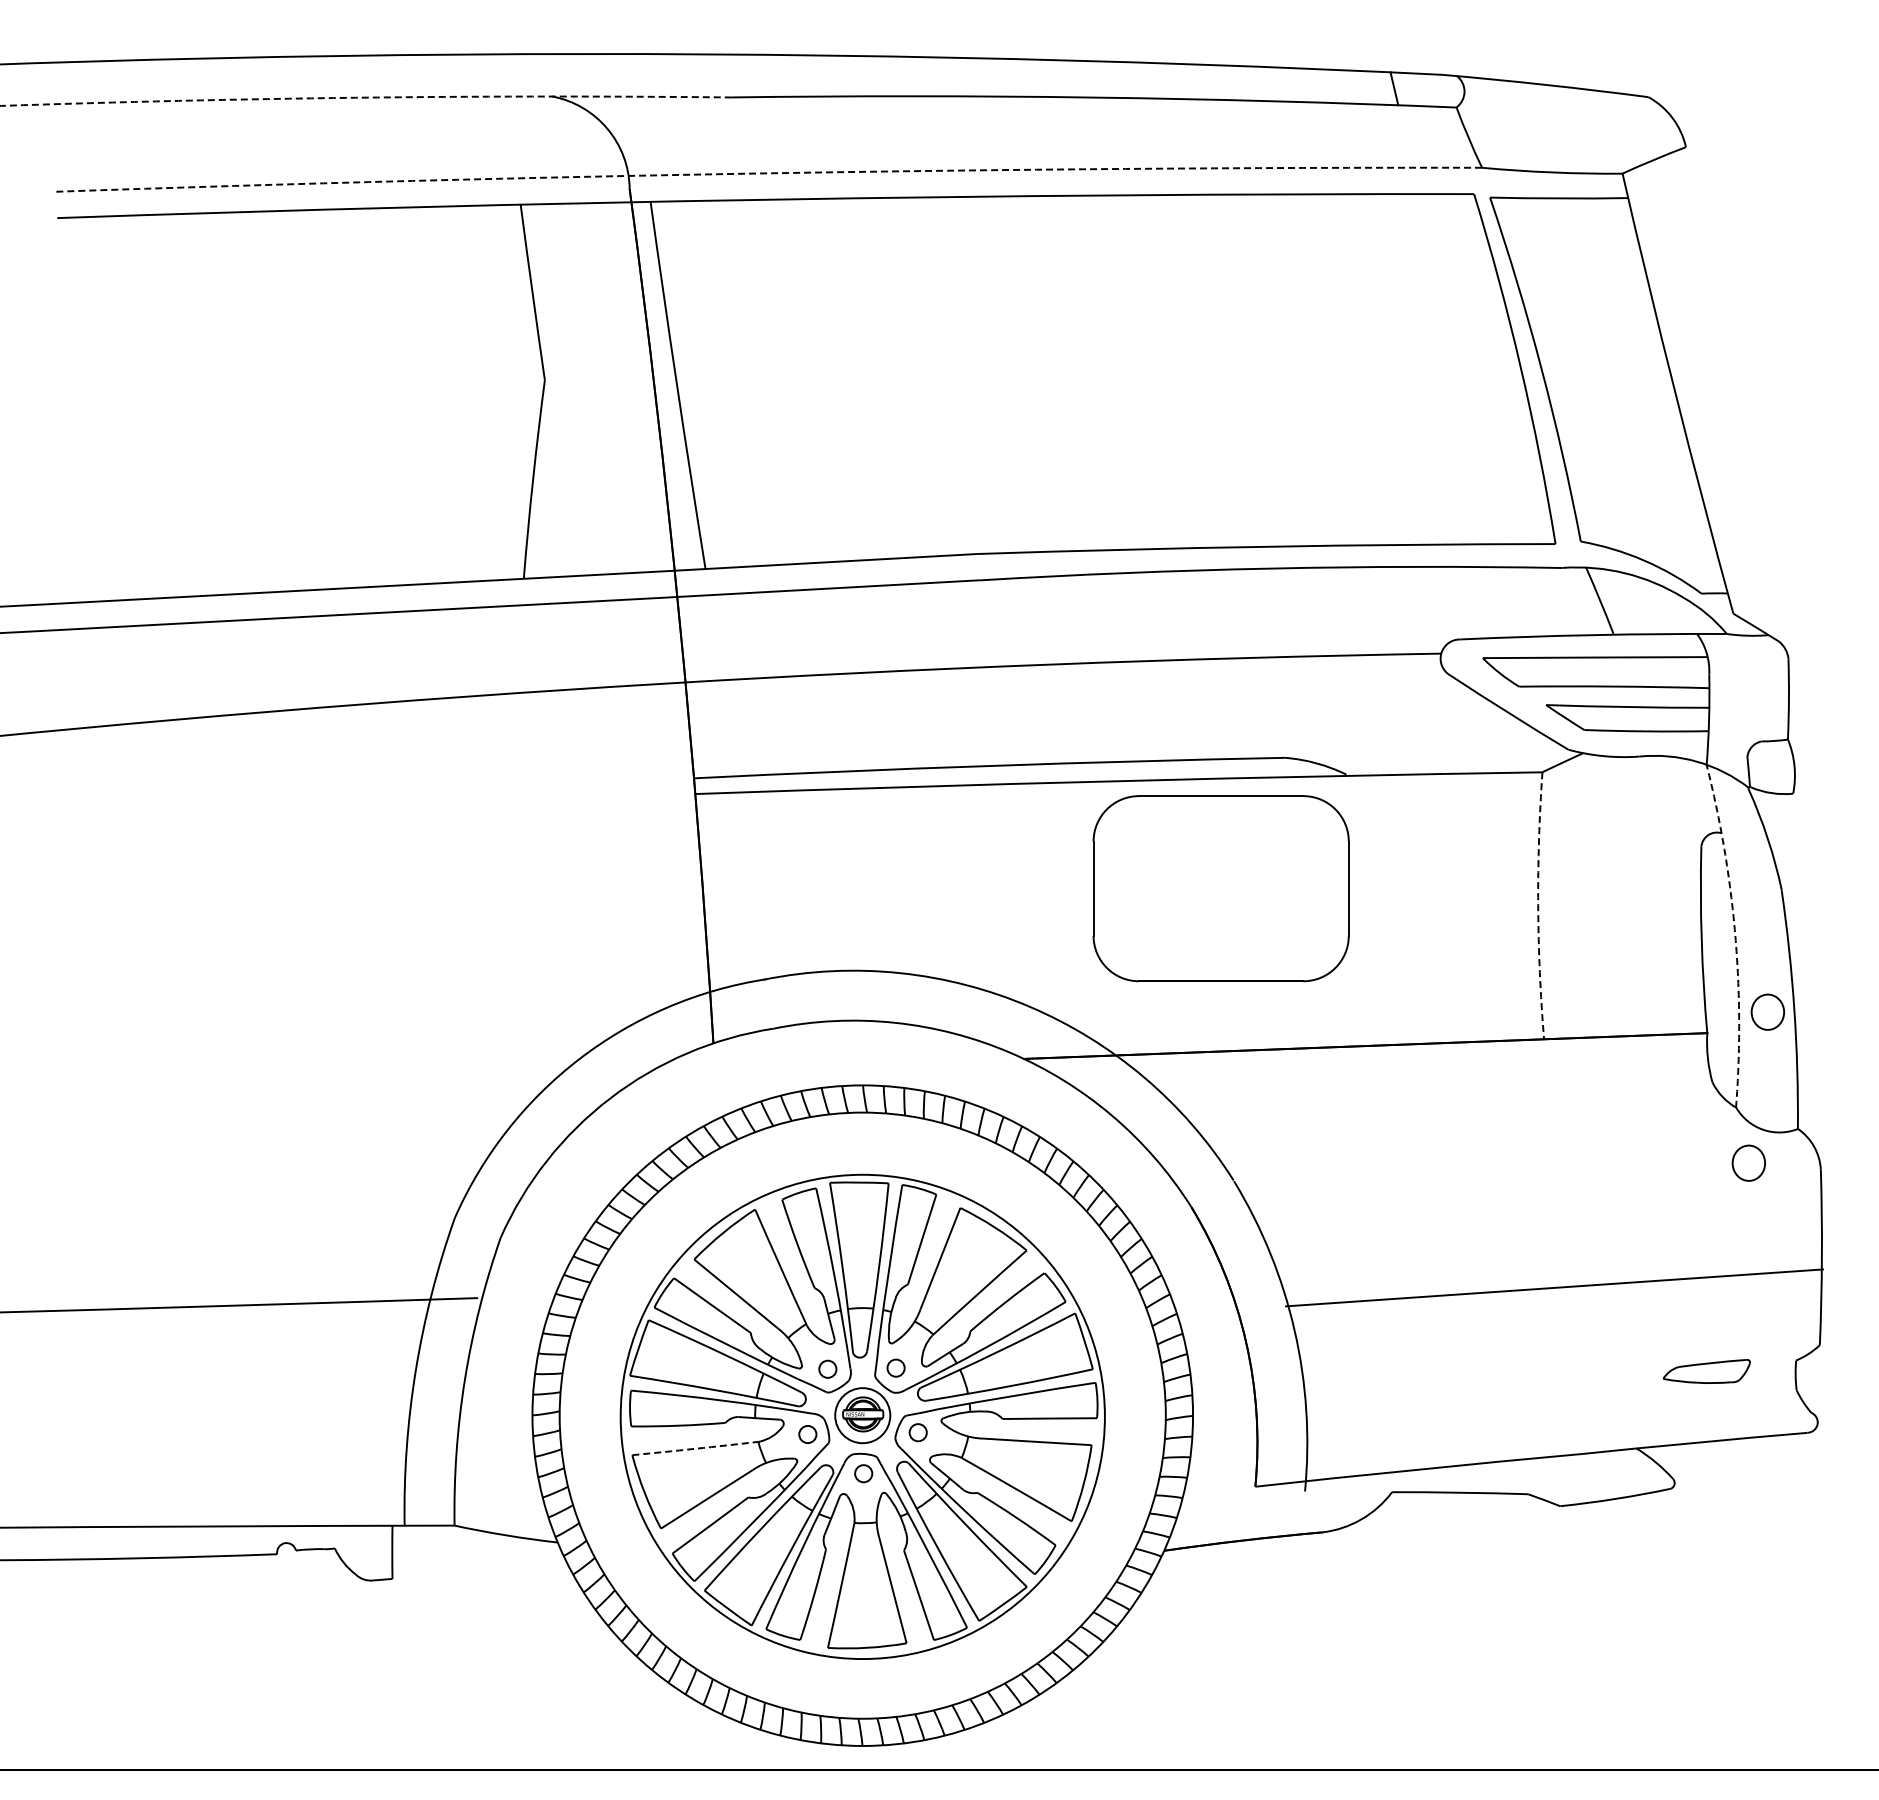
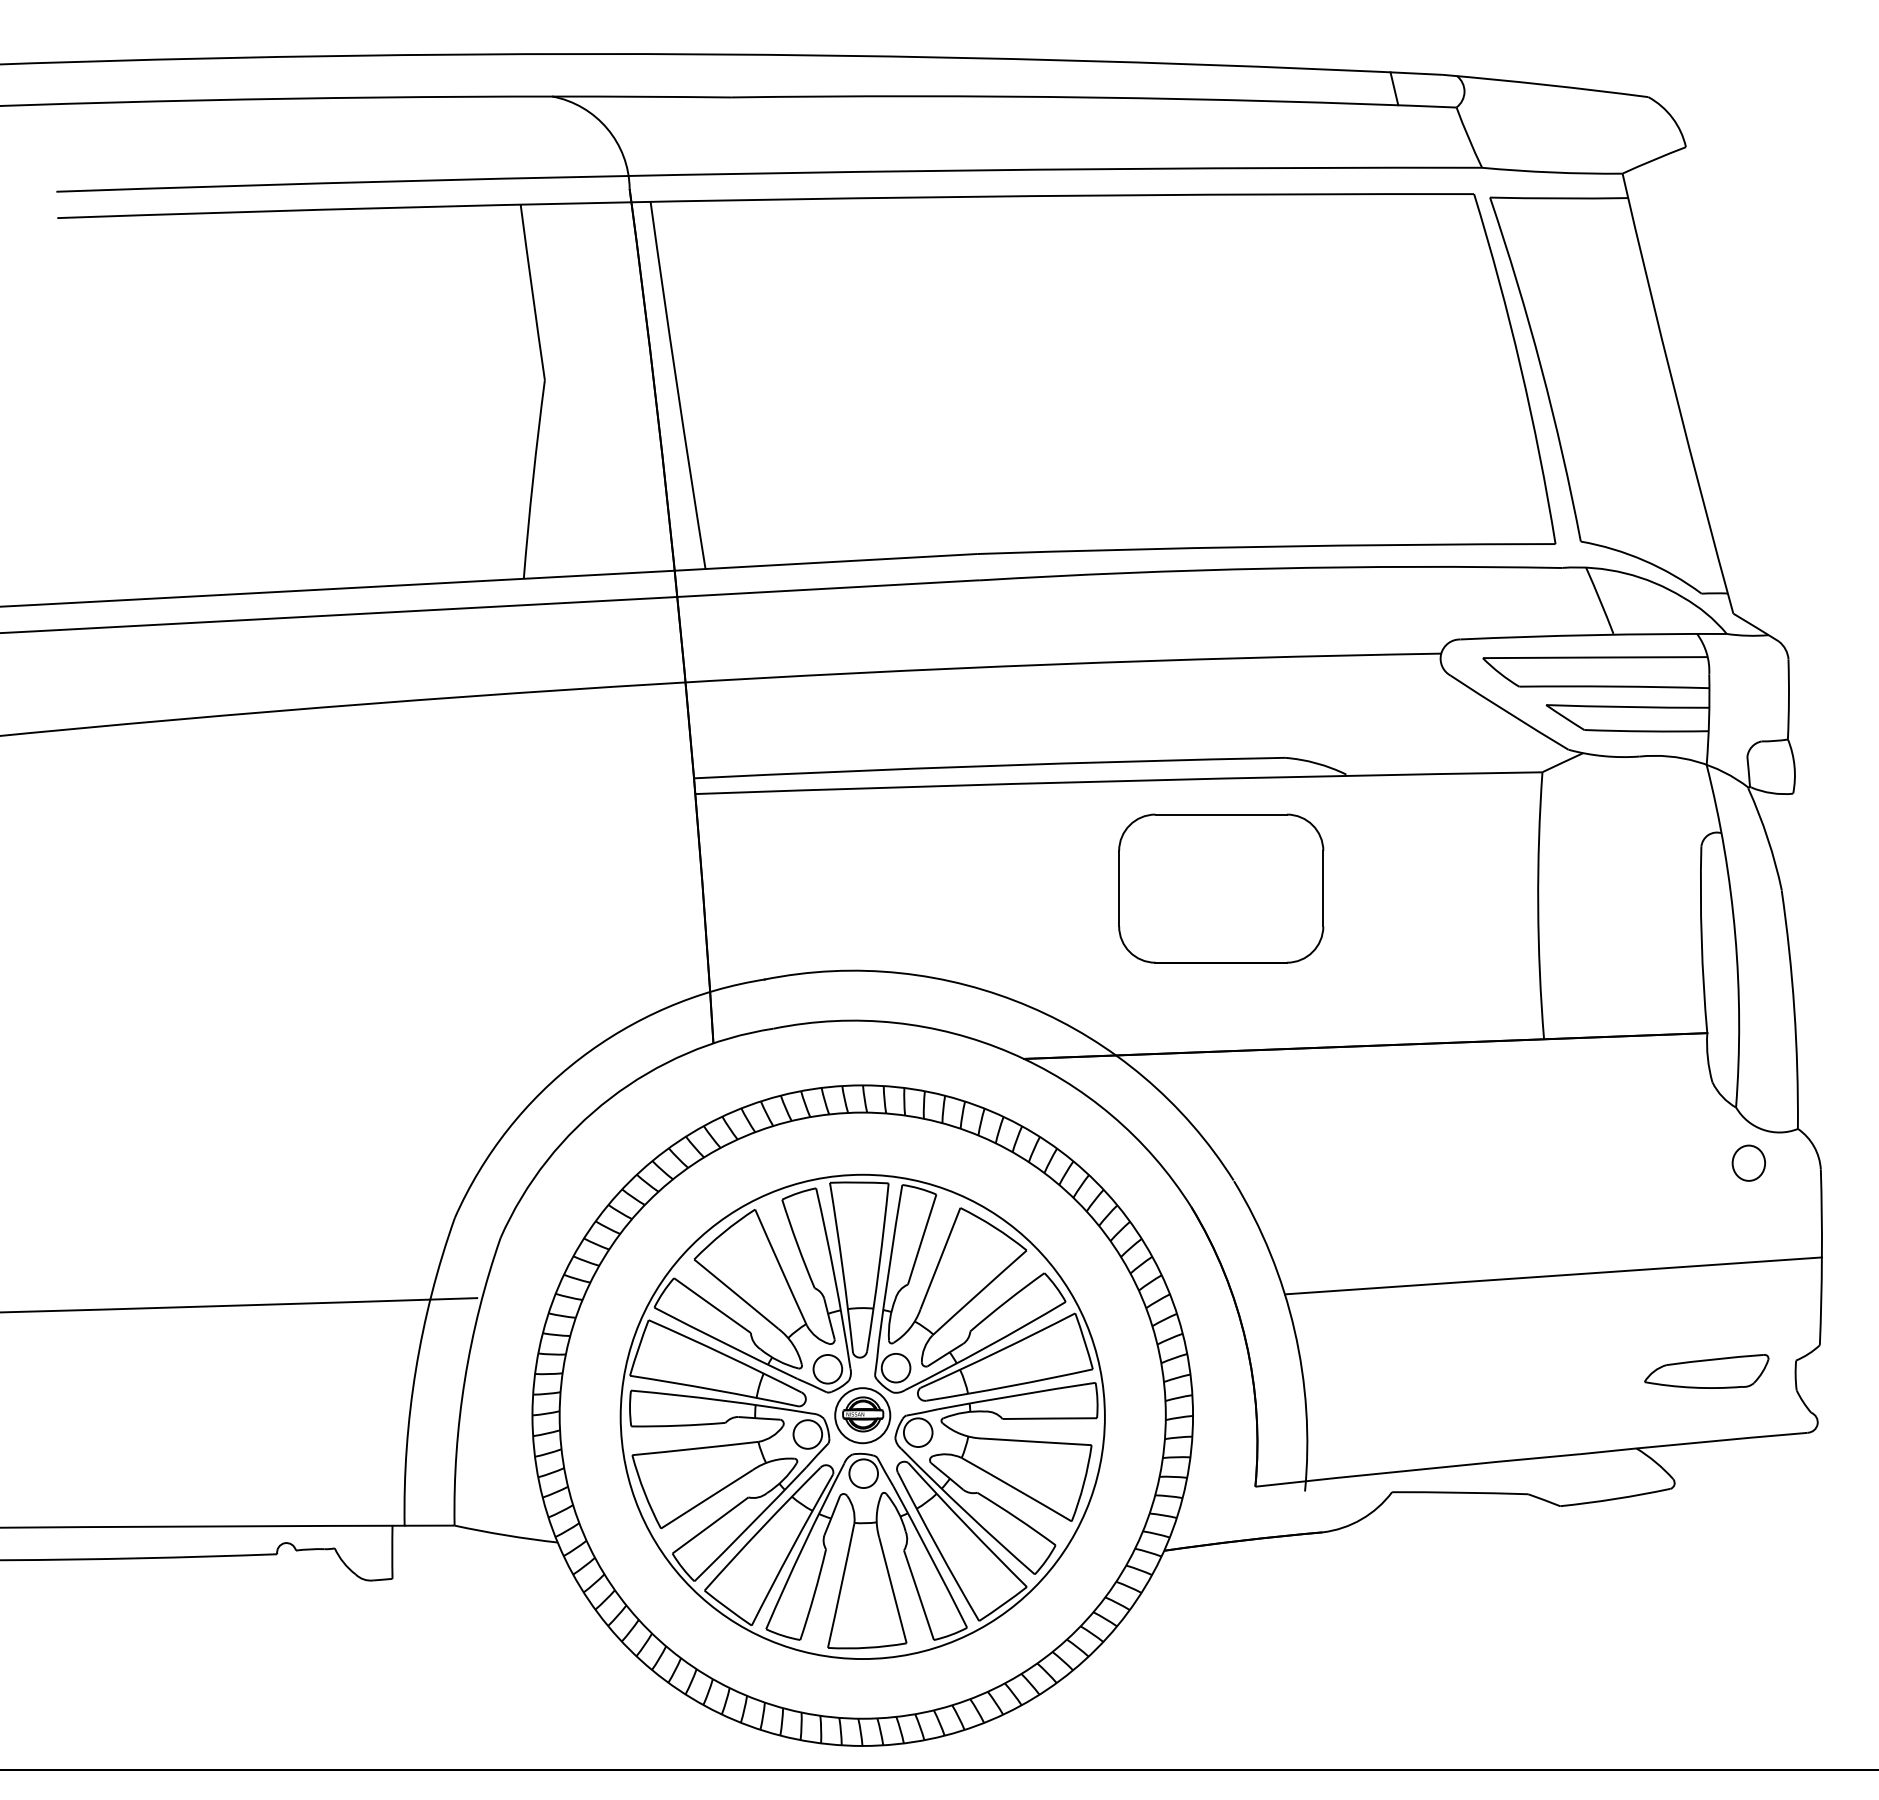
arc at (365, 97): dashed -> solid
arc at (769, 173): dashed -> solid
part at (1220, 888) size: 258x188 px -> 207x151 px
arc at (1538, 905): dashed -> solid
arc at (1735, 935): dashed -> solid
part at (1767, 1011): present -> none
line at (1554, 1287) position: (1554, 1287) -> (1553, 1275)
circle at (895, 1367) diameter: 17 px -> 29 px
circle at (827, 1368) diameter: 17 px -> 29 px
part at (1706, 1371) size: 89x25 px -> 126x35 px
circle at (917, 1432) diameter: 17 px -> 29 px
circle at (807, 1434) diameter: 17 px -> 29 px
arc at (695, 1448): dashed -> solid
circle at (863, 1473) diameter: 17 px -> 29 px
